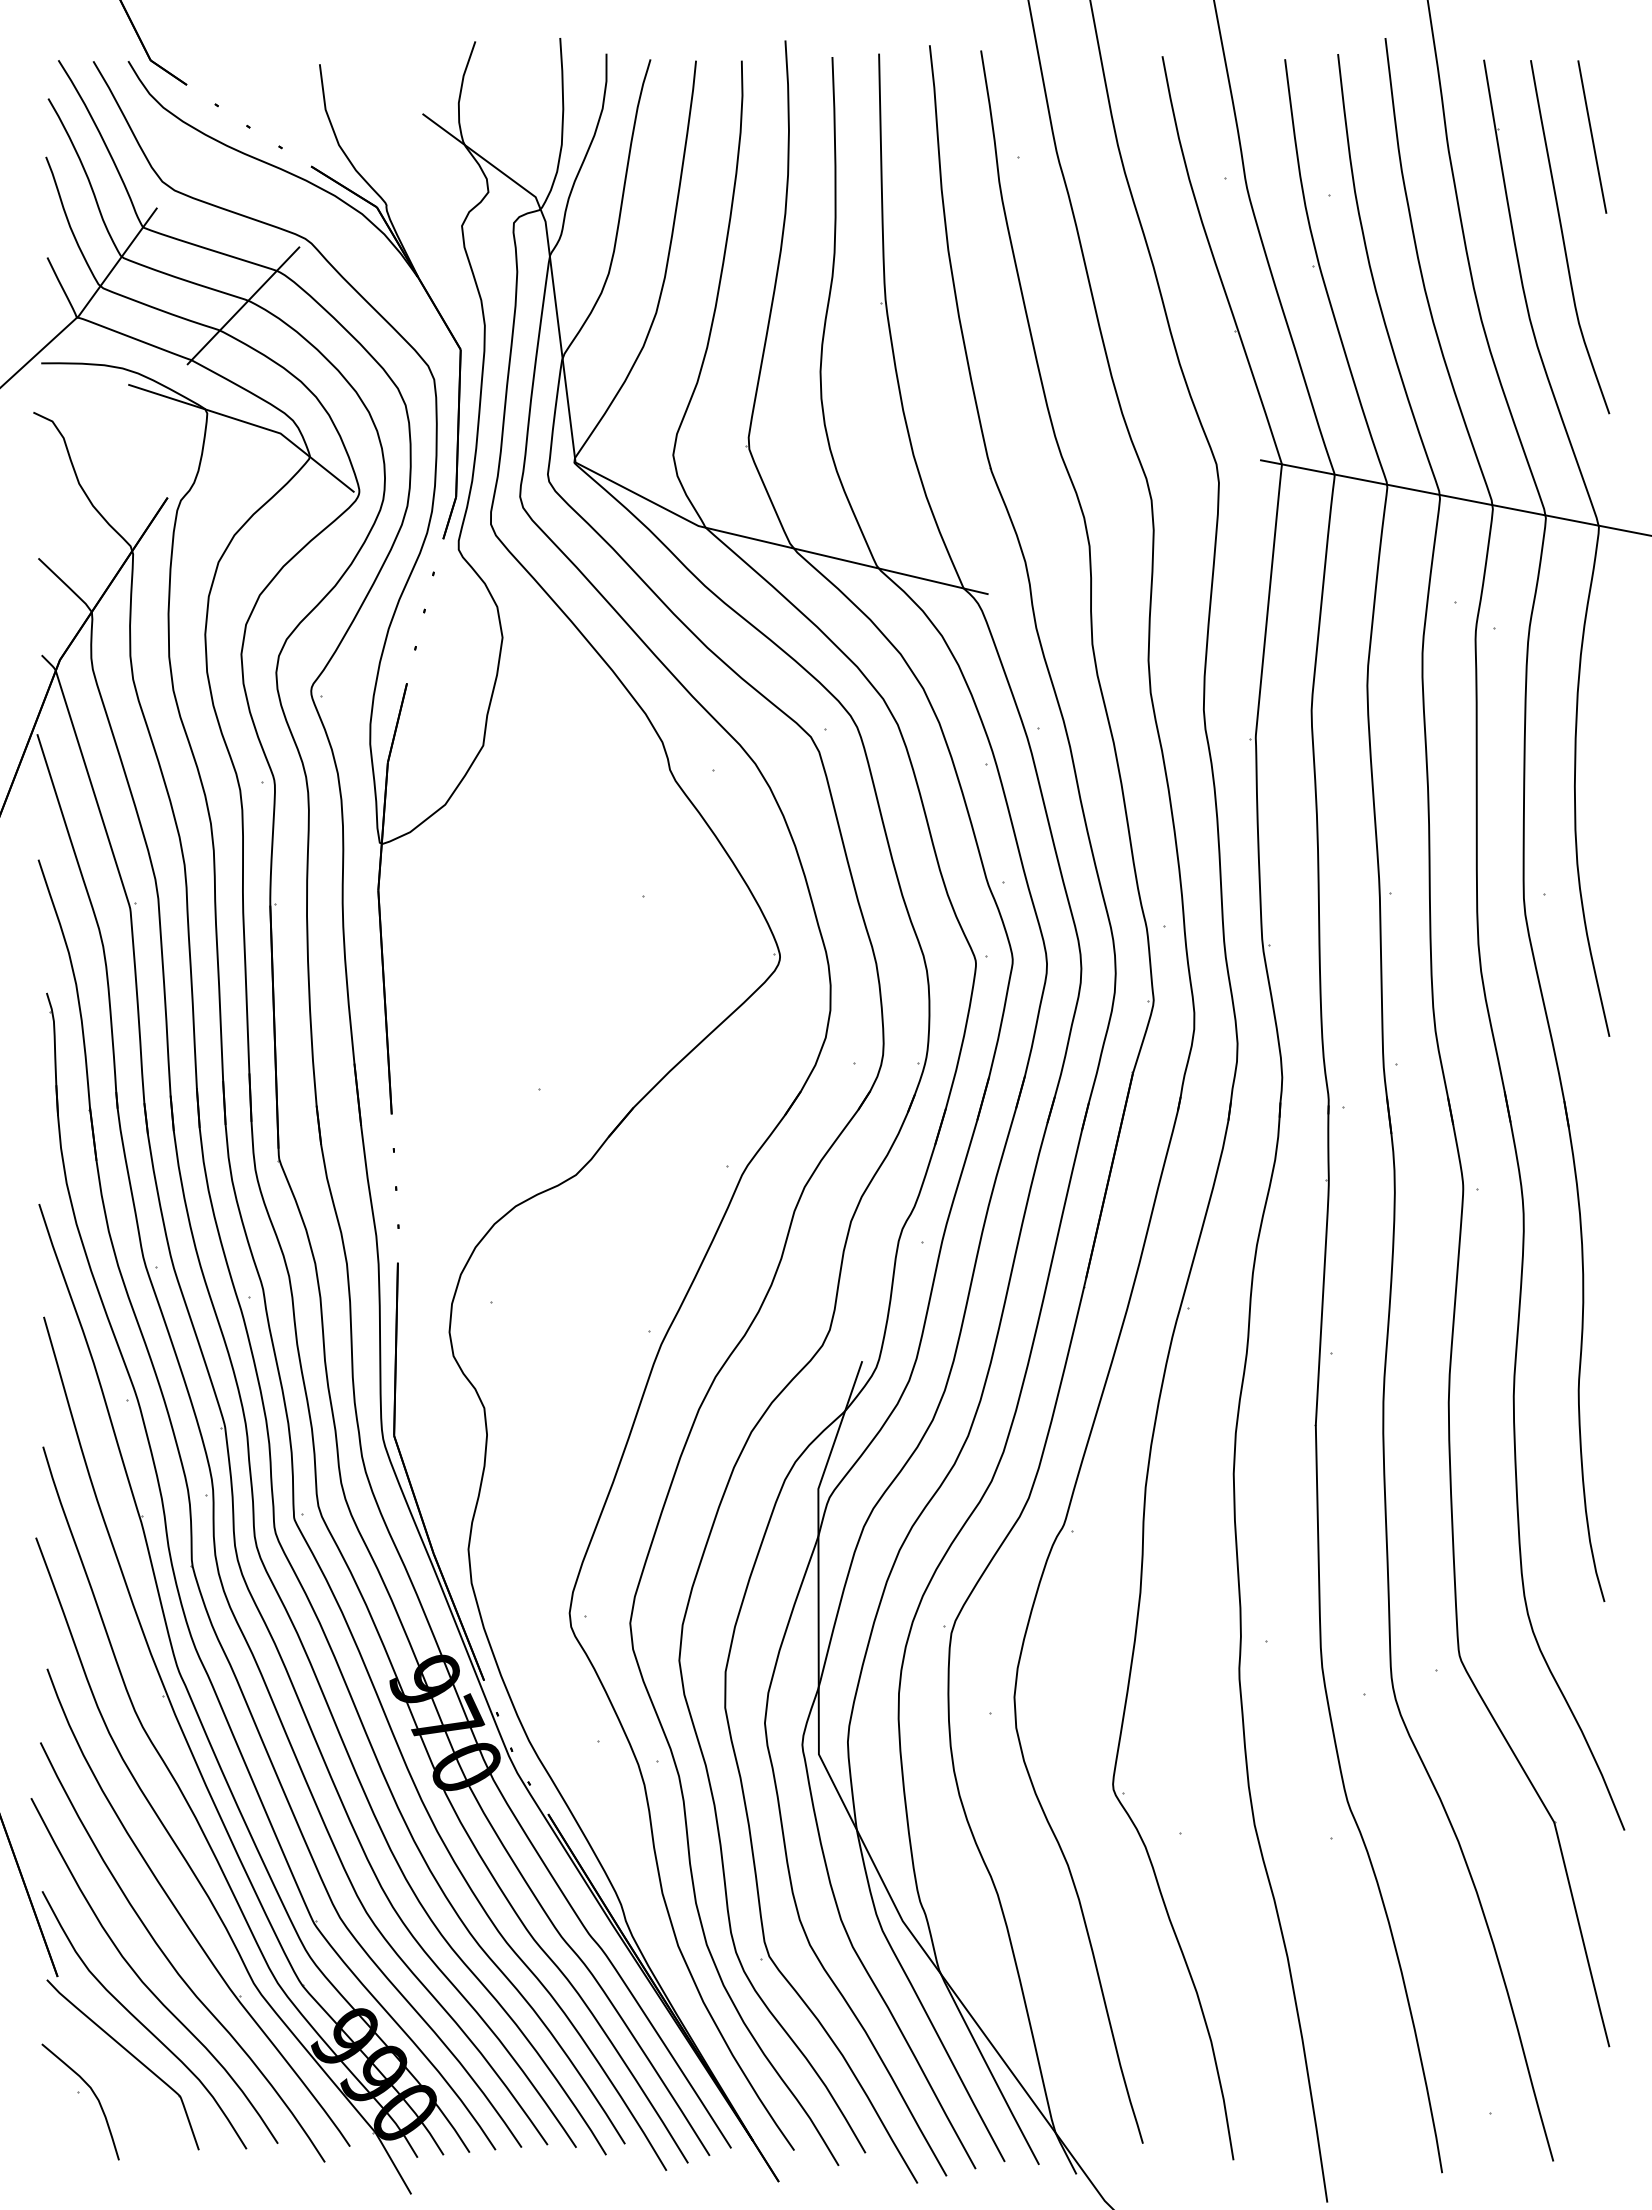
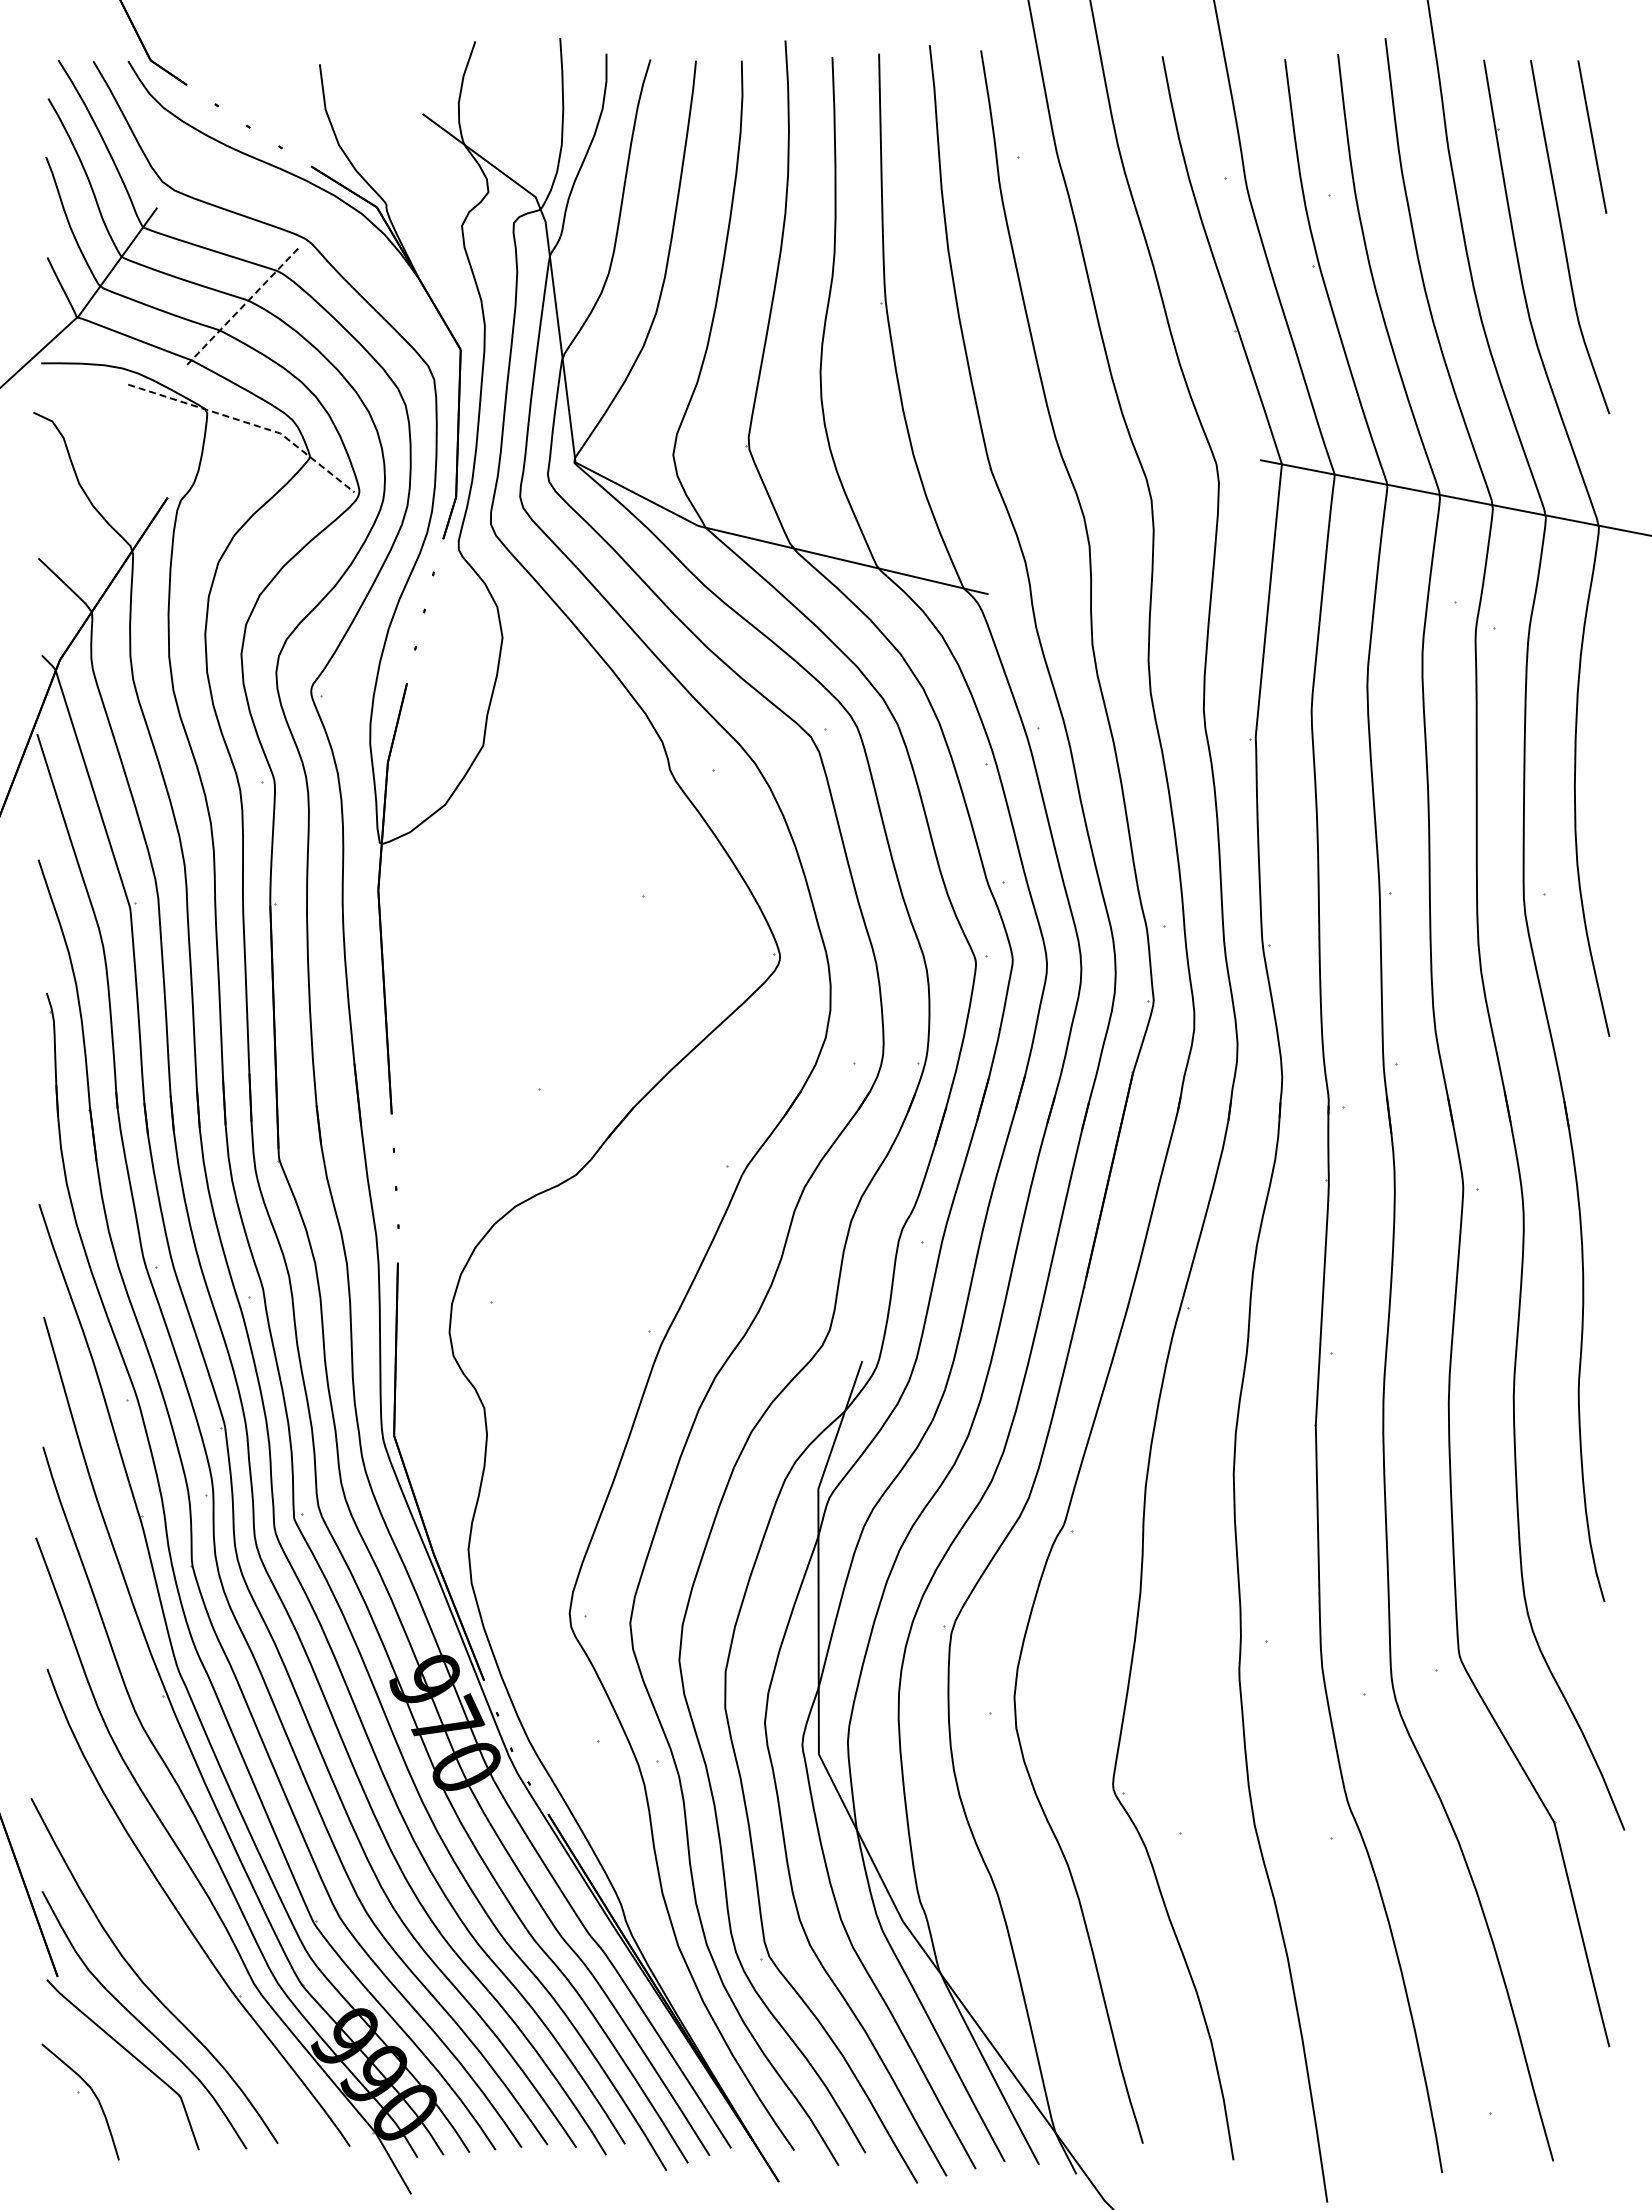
line at (243, 305): solid -> dashed
line at (250, 423): solid -> dashed
curve at (169, 1959): present -> none
